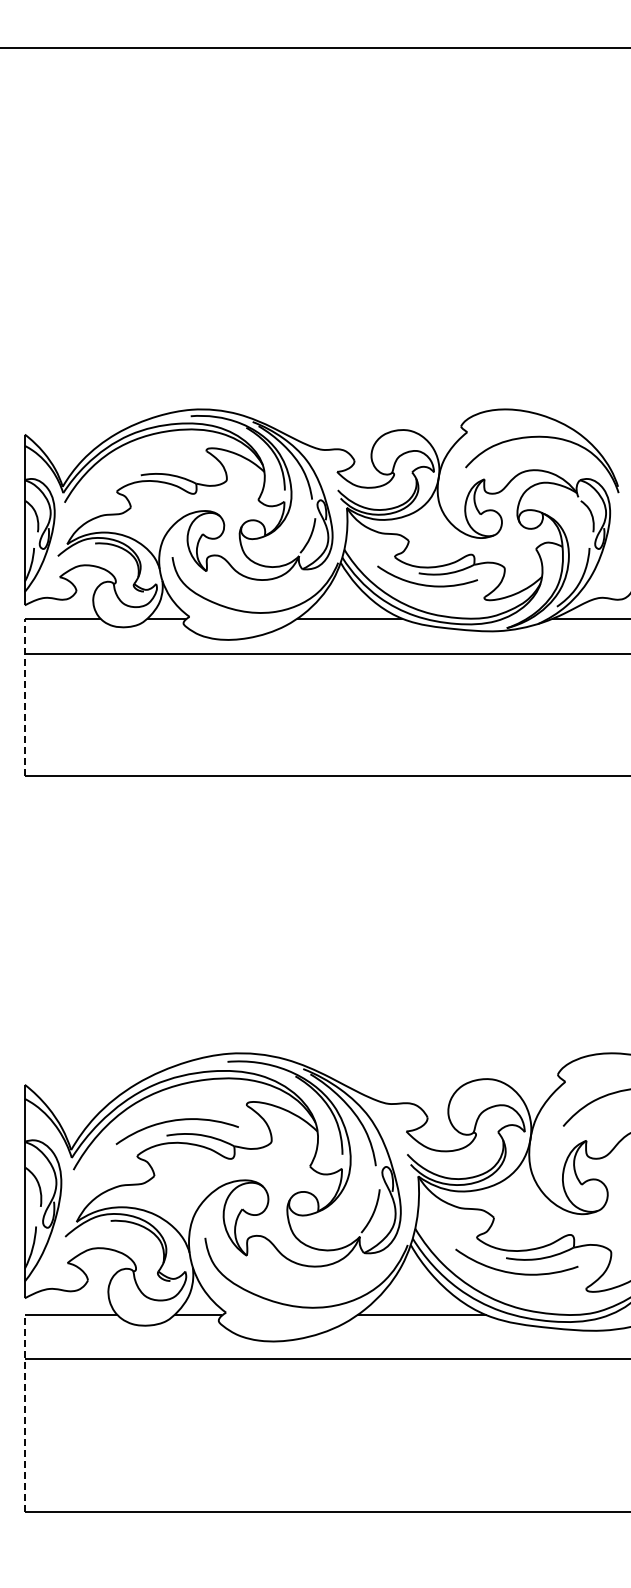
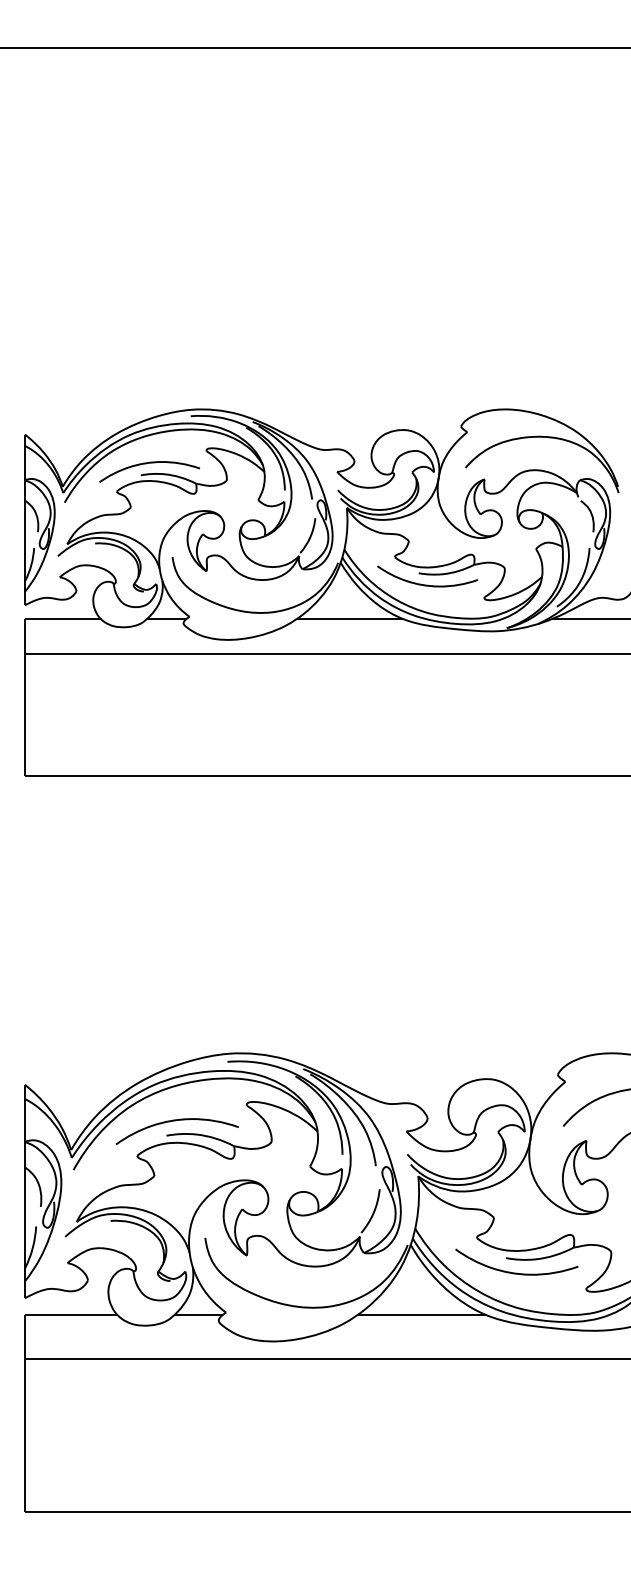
curve at (146, 464): none -> present
line at (24, 697): dashed -> solid
line at (24, 1413): dashed -> solid
